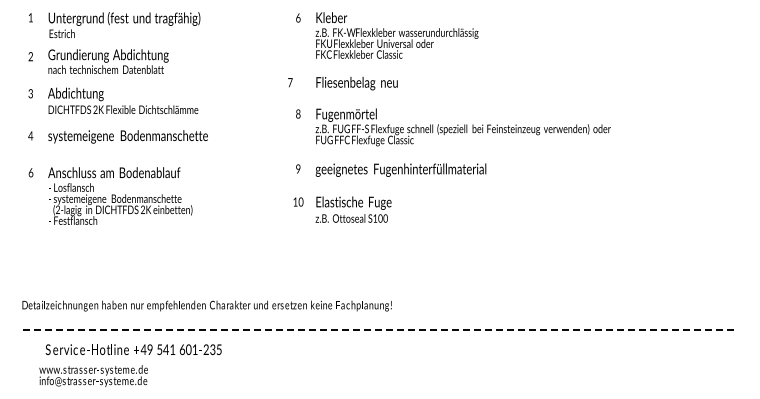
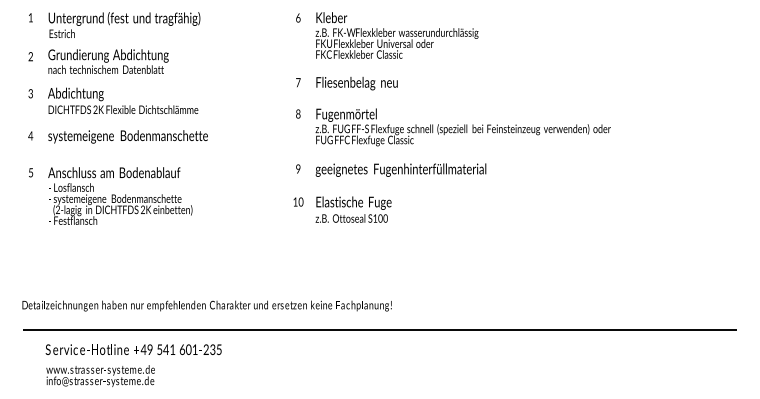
text at (290, 82) position: (290, 82) -> (298, 82)
text at (30, 172): 6 -> 5
line at (380, 329): dashed -> solid
text at (93, 375) position: (93, 375) -> (100, 375)
